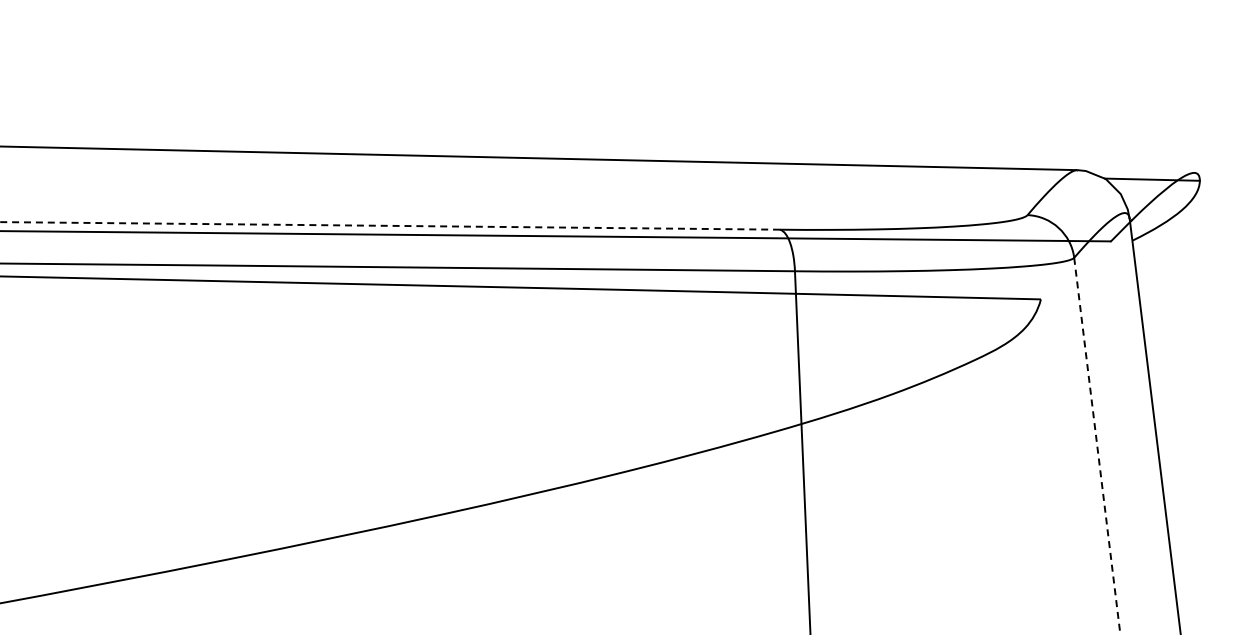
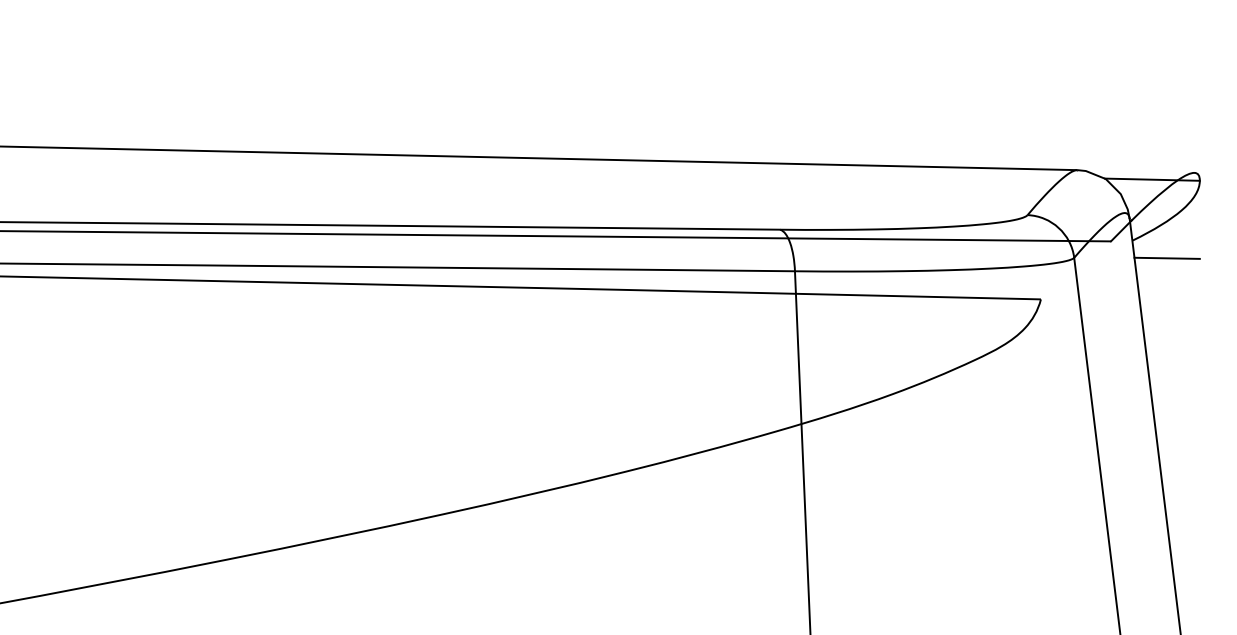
arc at (389, 225): dashed -> solid
line at (1166, 257): none -> present
line at (1097, 446): dashed -> solid
